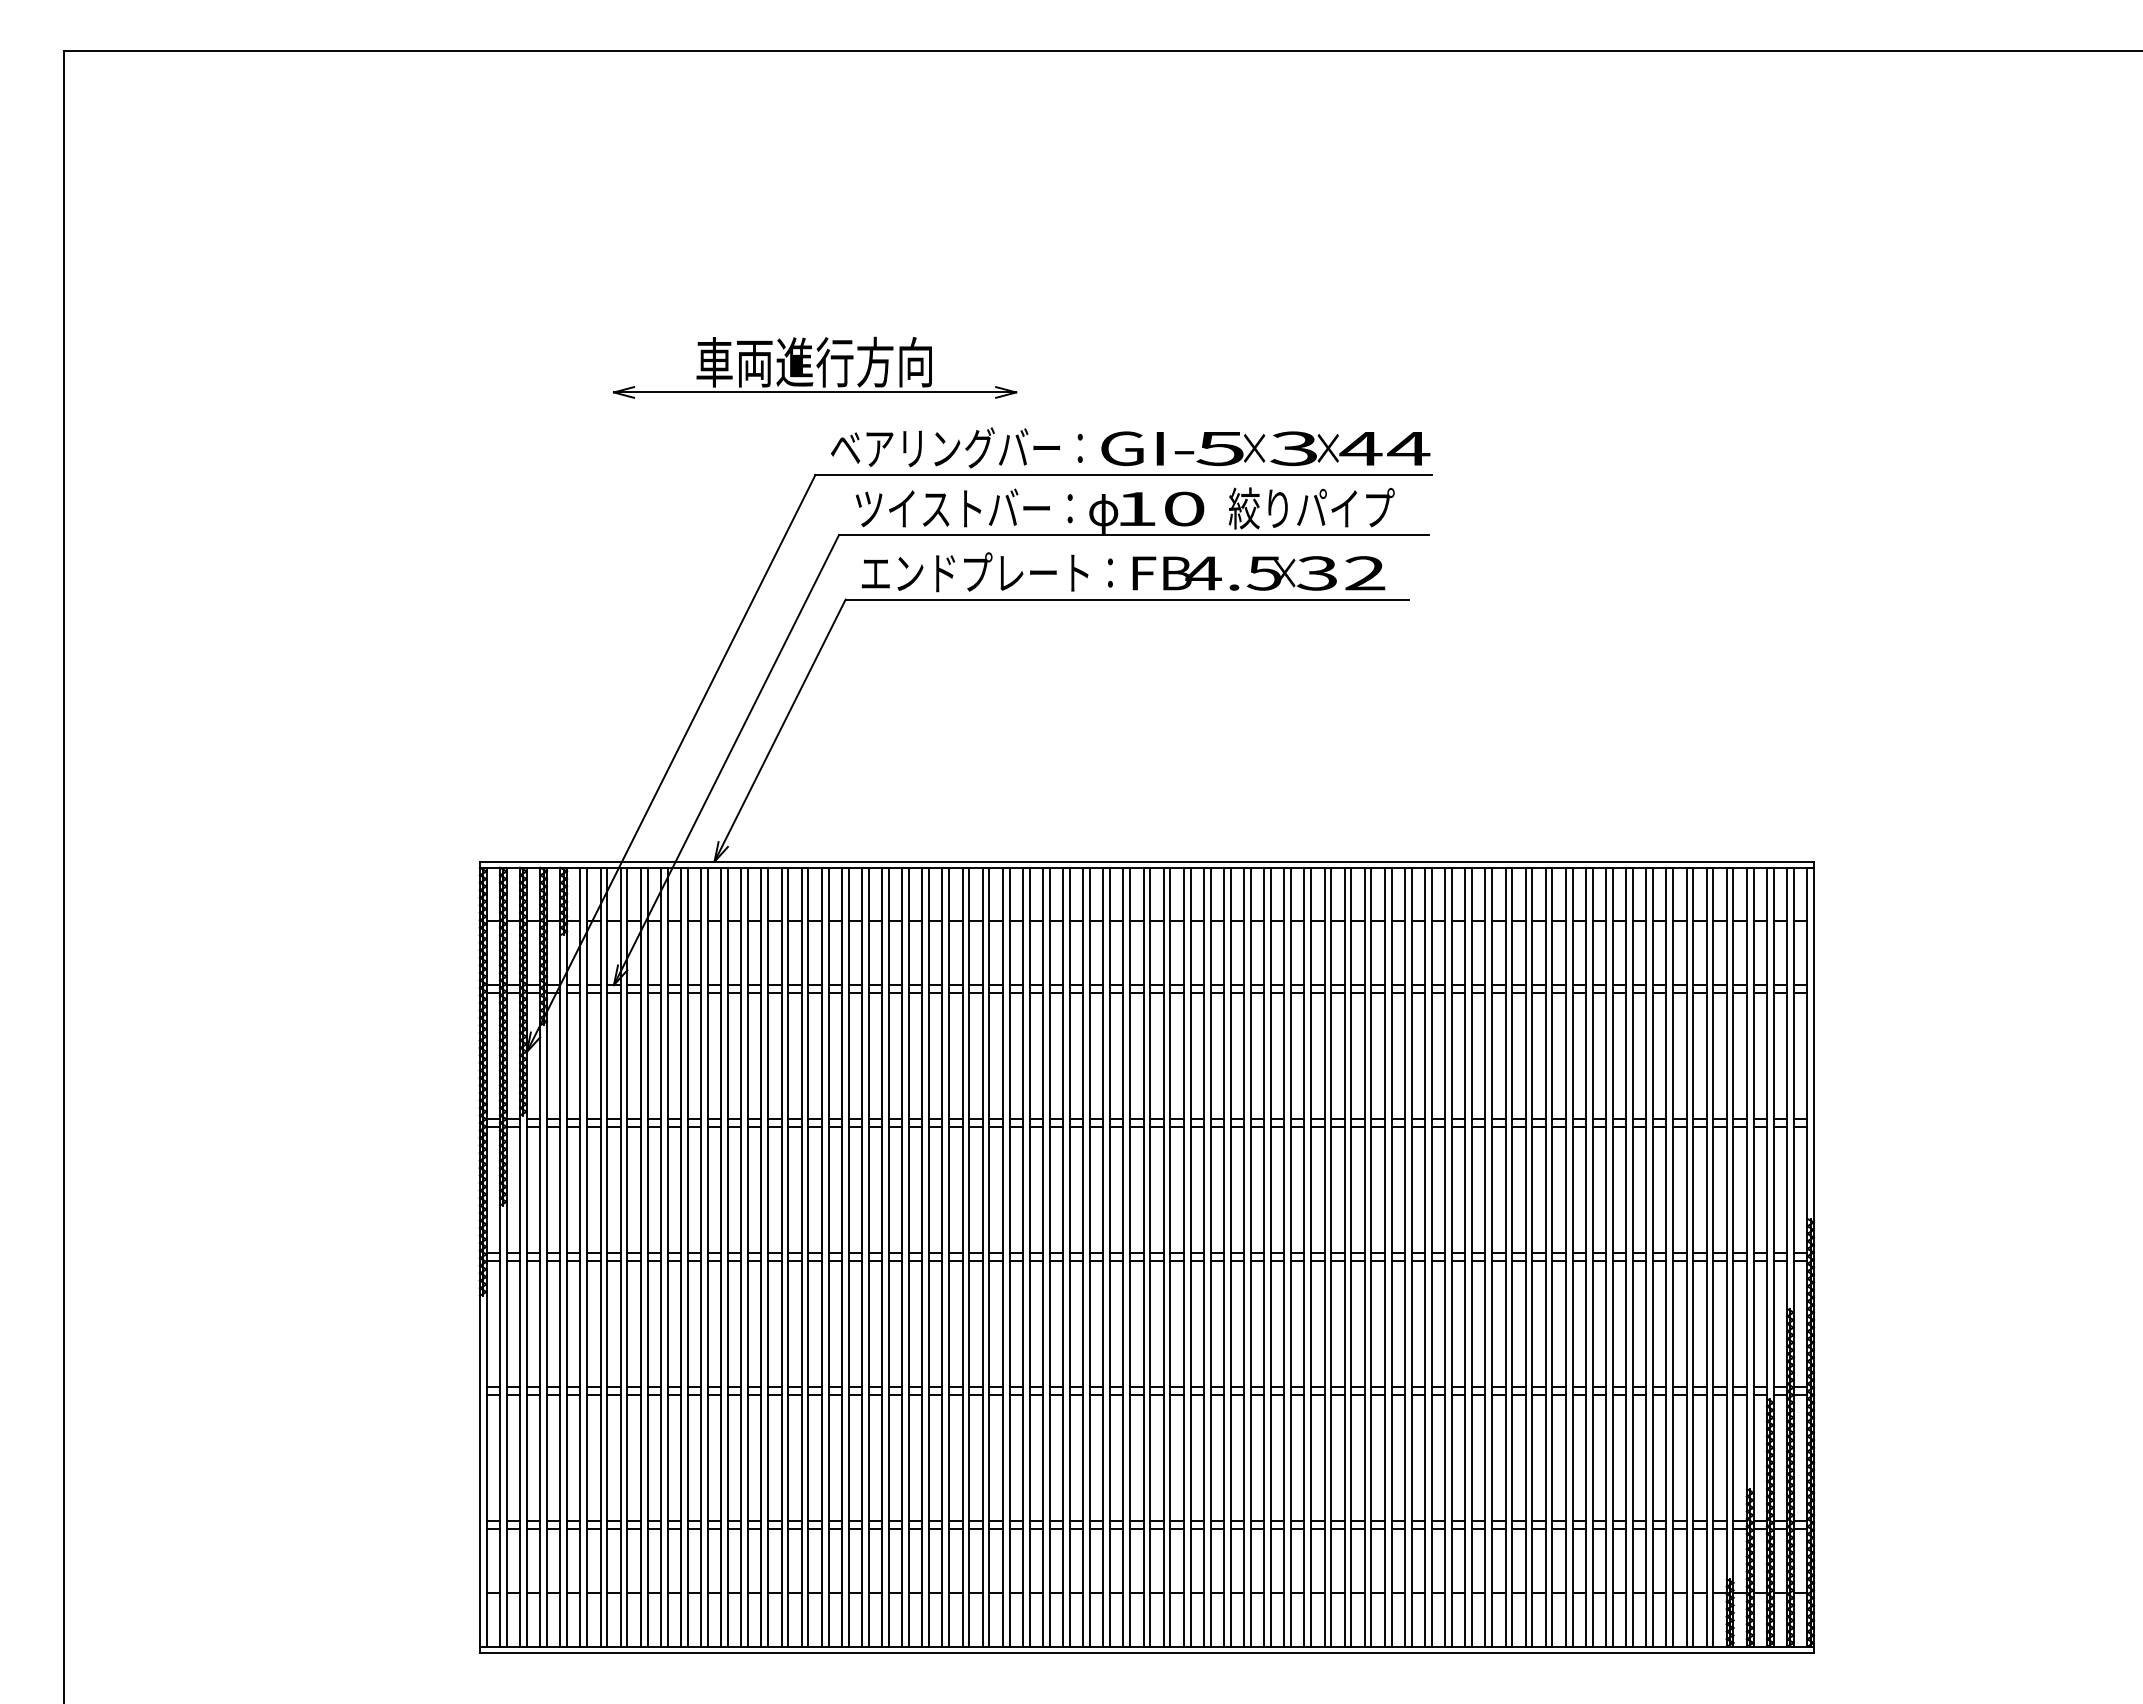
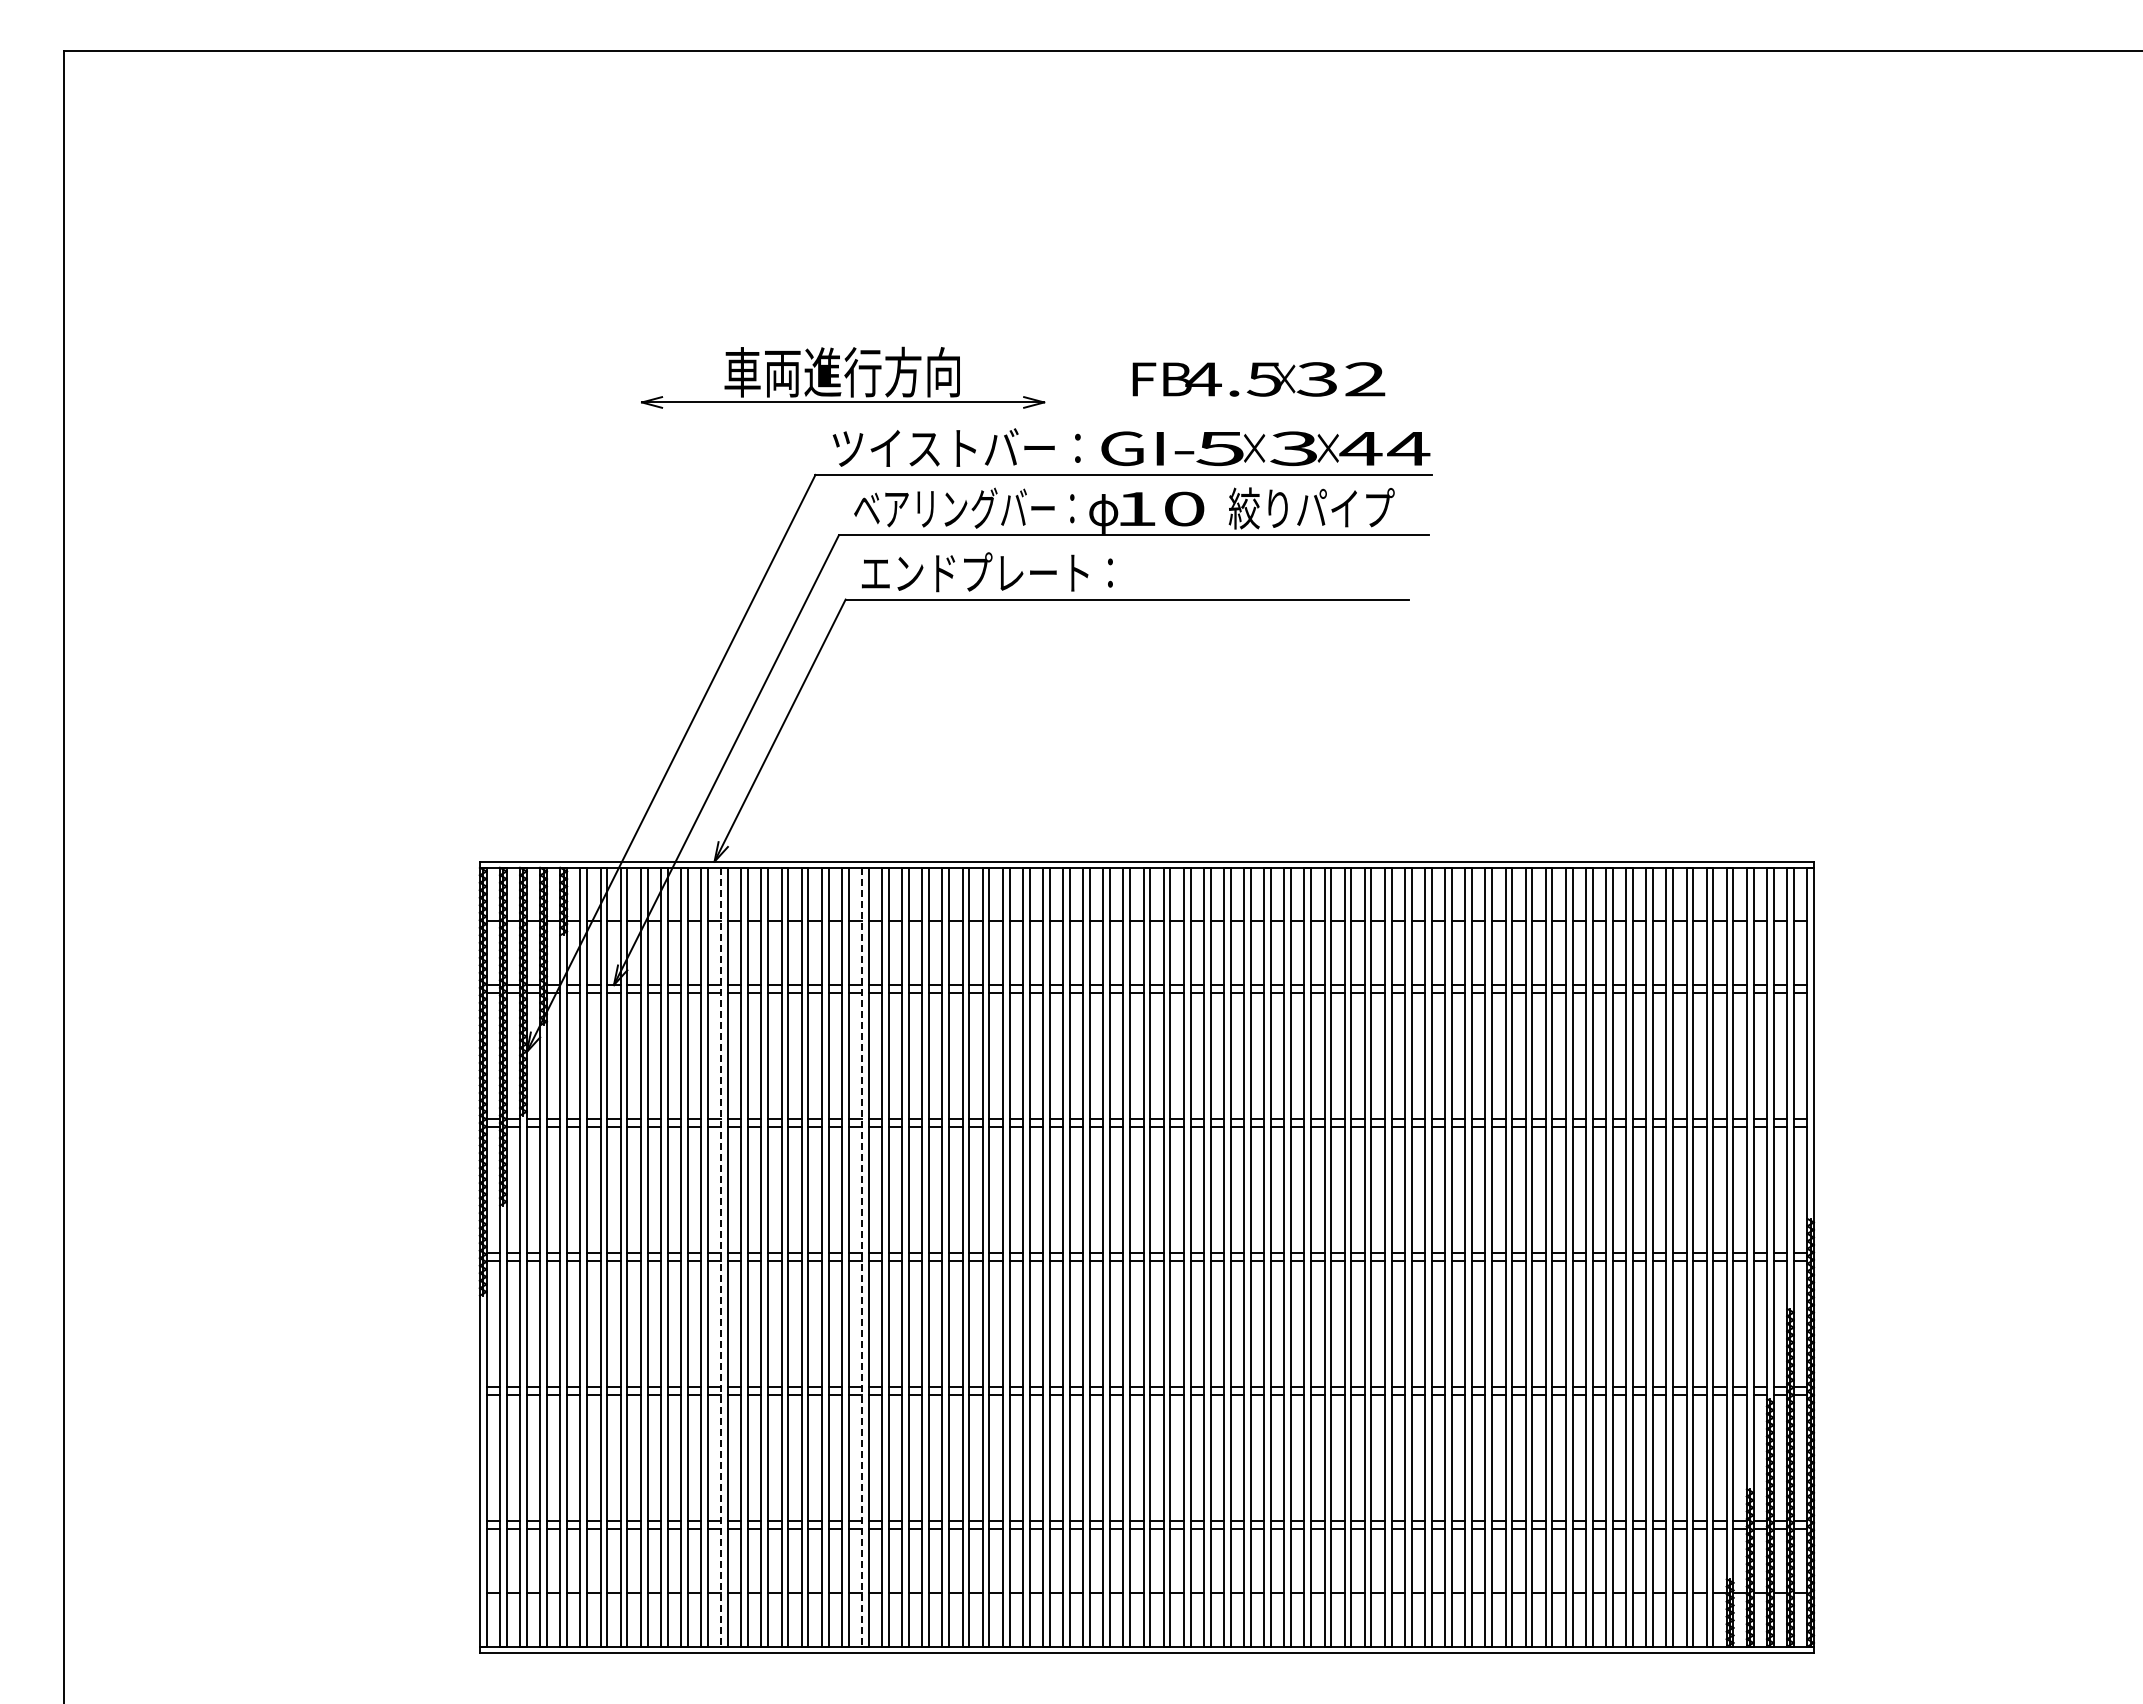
part at (815, 367) position: (815, 367) -> (843, 377)
text at (956, 447): ベアリングバー： -> ツイストバー：
text at (964, 507): ツイストバー： -> ベアリングバー：
text at (1258, 573) position: (1258, 573) -> (1258, 379)
line at (721, 1257): solid -> dashed
line at (862, 1257): solid -> dashed
